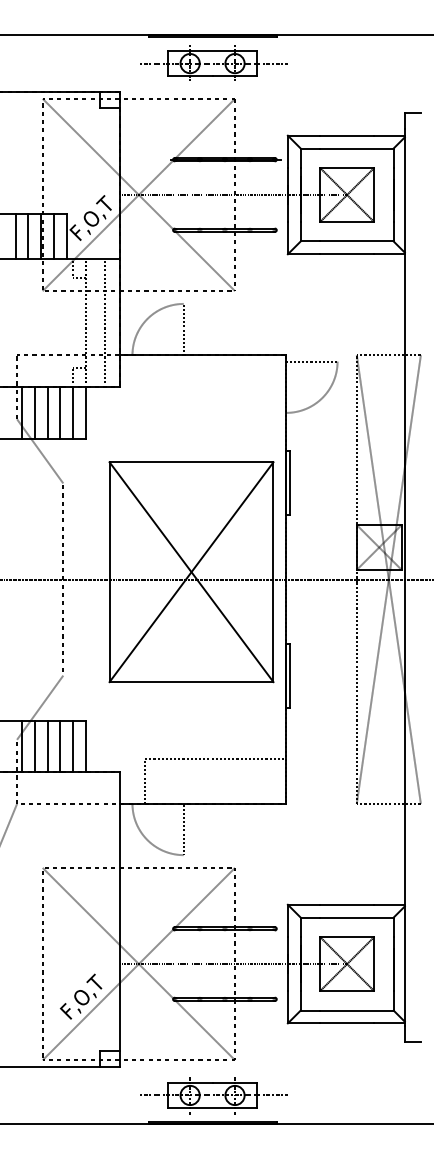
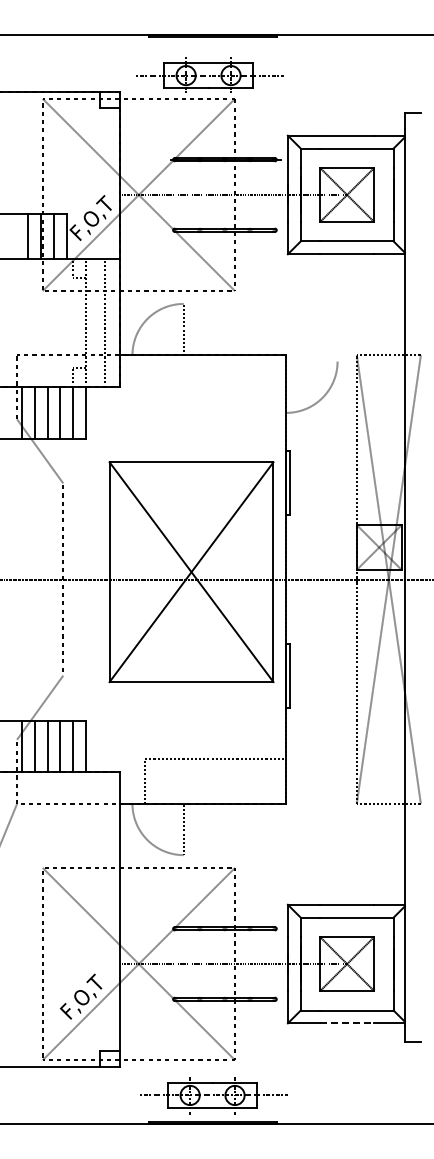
part at (213, 62) position: (213, 62) -> (209, 74)
line at (15, 236): present -> none
line at (311, 361): present -> none
line at (347, 1023): solid -> dashed
